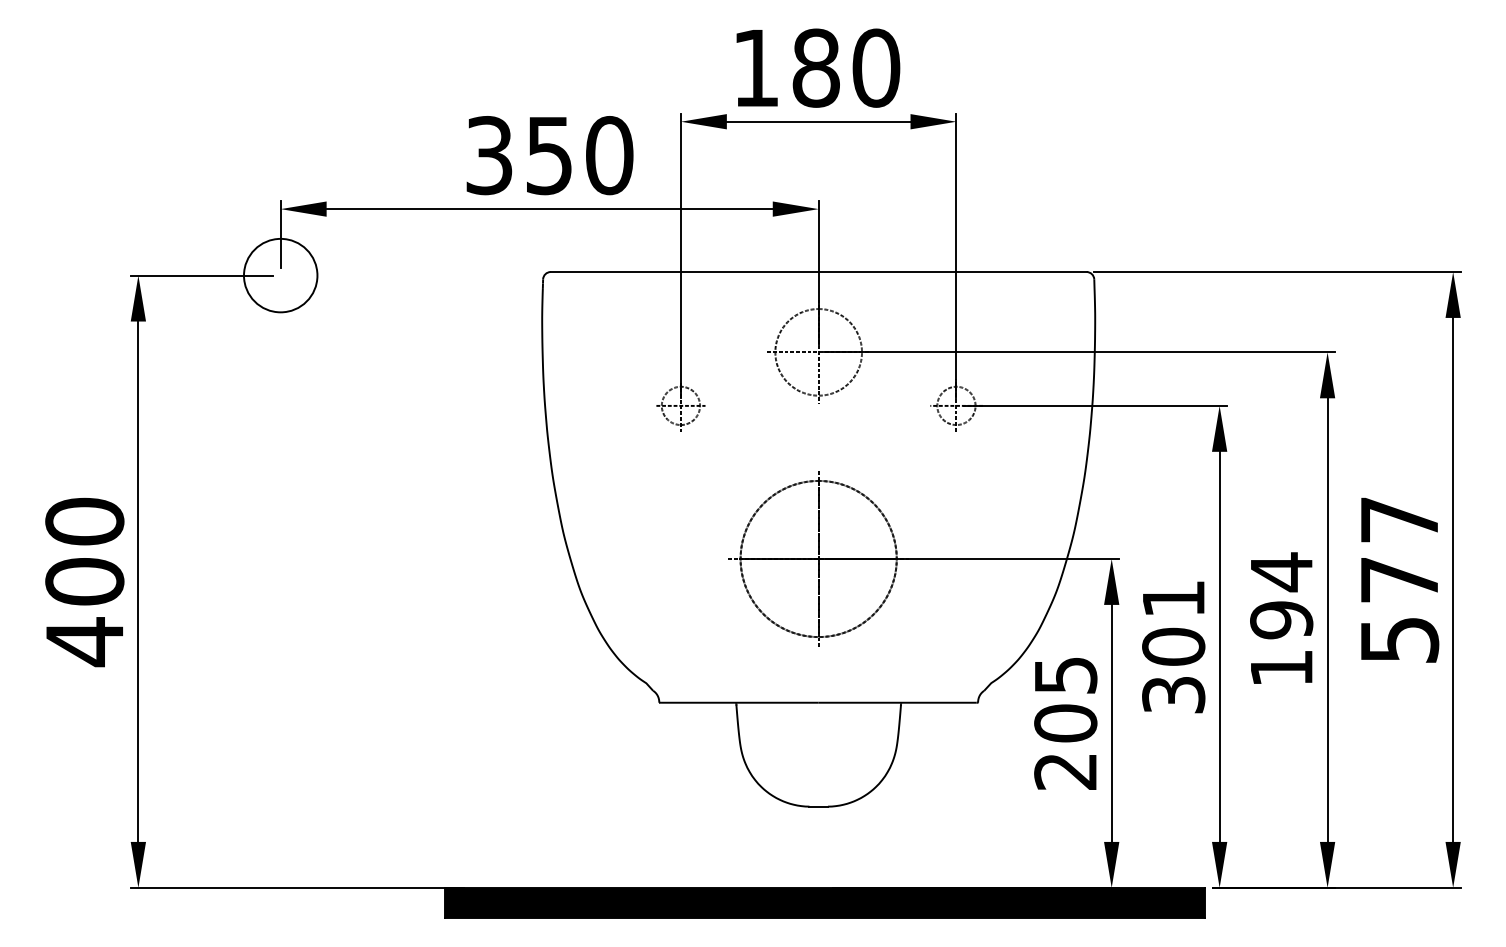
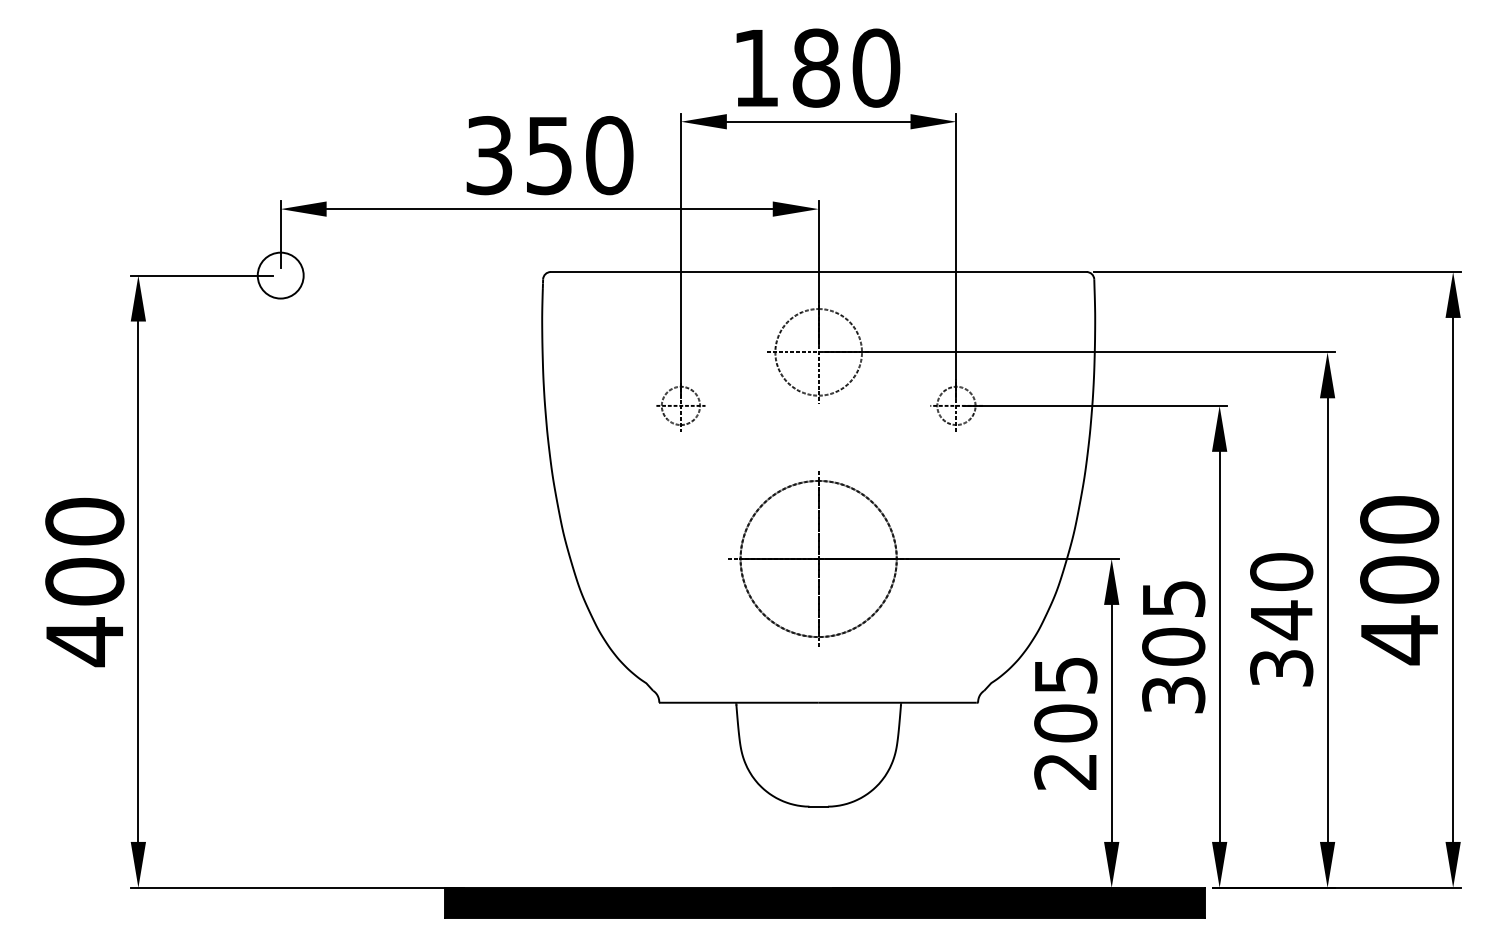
circle at (280, 275) diameter: 73 px -> 46 px
text at (1399, 580): 577 -> 400
text at (1174, 598): 301 -> 305
text at (1281, 619): 194 -> 340
